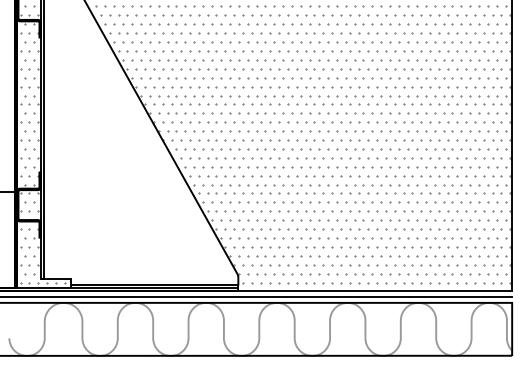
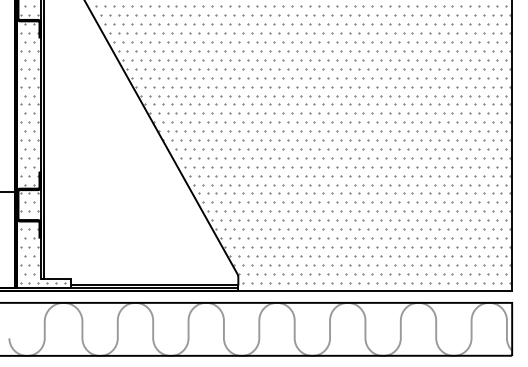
line at (257, 296): present -> none
